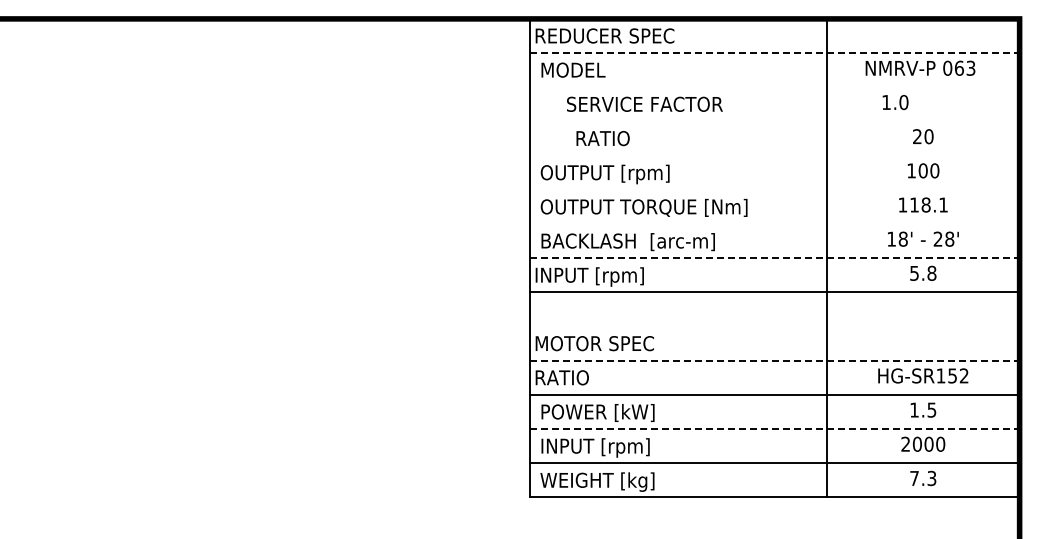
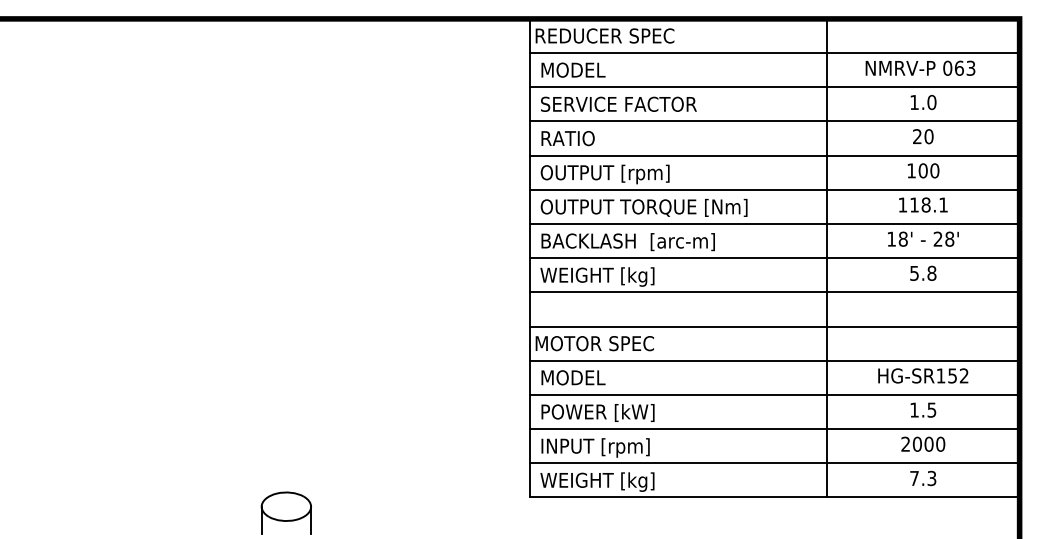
line at (774, 53): dashed -> solid
line at (774, 87): none -> present
text at (895, 102) position: (895, 102) -> (923, 102)
text at (644, 103) position: (644, 103) -> (618, 103)
line at (774, 121): none -> present
text at (602, 138) position: (602, 138) -> (567, 138)
line at (774, 155): none -> present
line at (774, 189): none -> present
line at (774, 224): none -> present
line at (774, 258): dashed -> solid
text at (594, 276): INPUT [rpm] -> WEIGHT [kg]
line at (774, 326): none -> present
line at (774, 360): dashed -> solid
text at (570, 377): RATIO -> MODEL
line at (774, 429): dashed -> solid
part at (285, 512): none -> present
